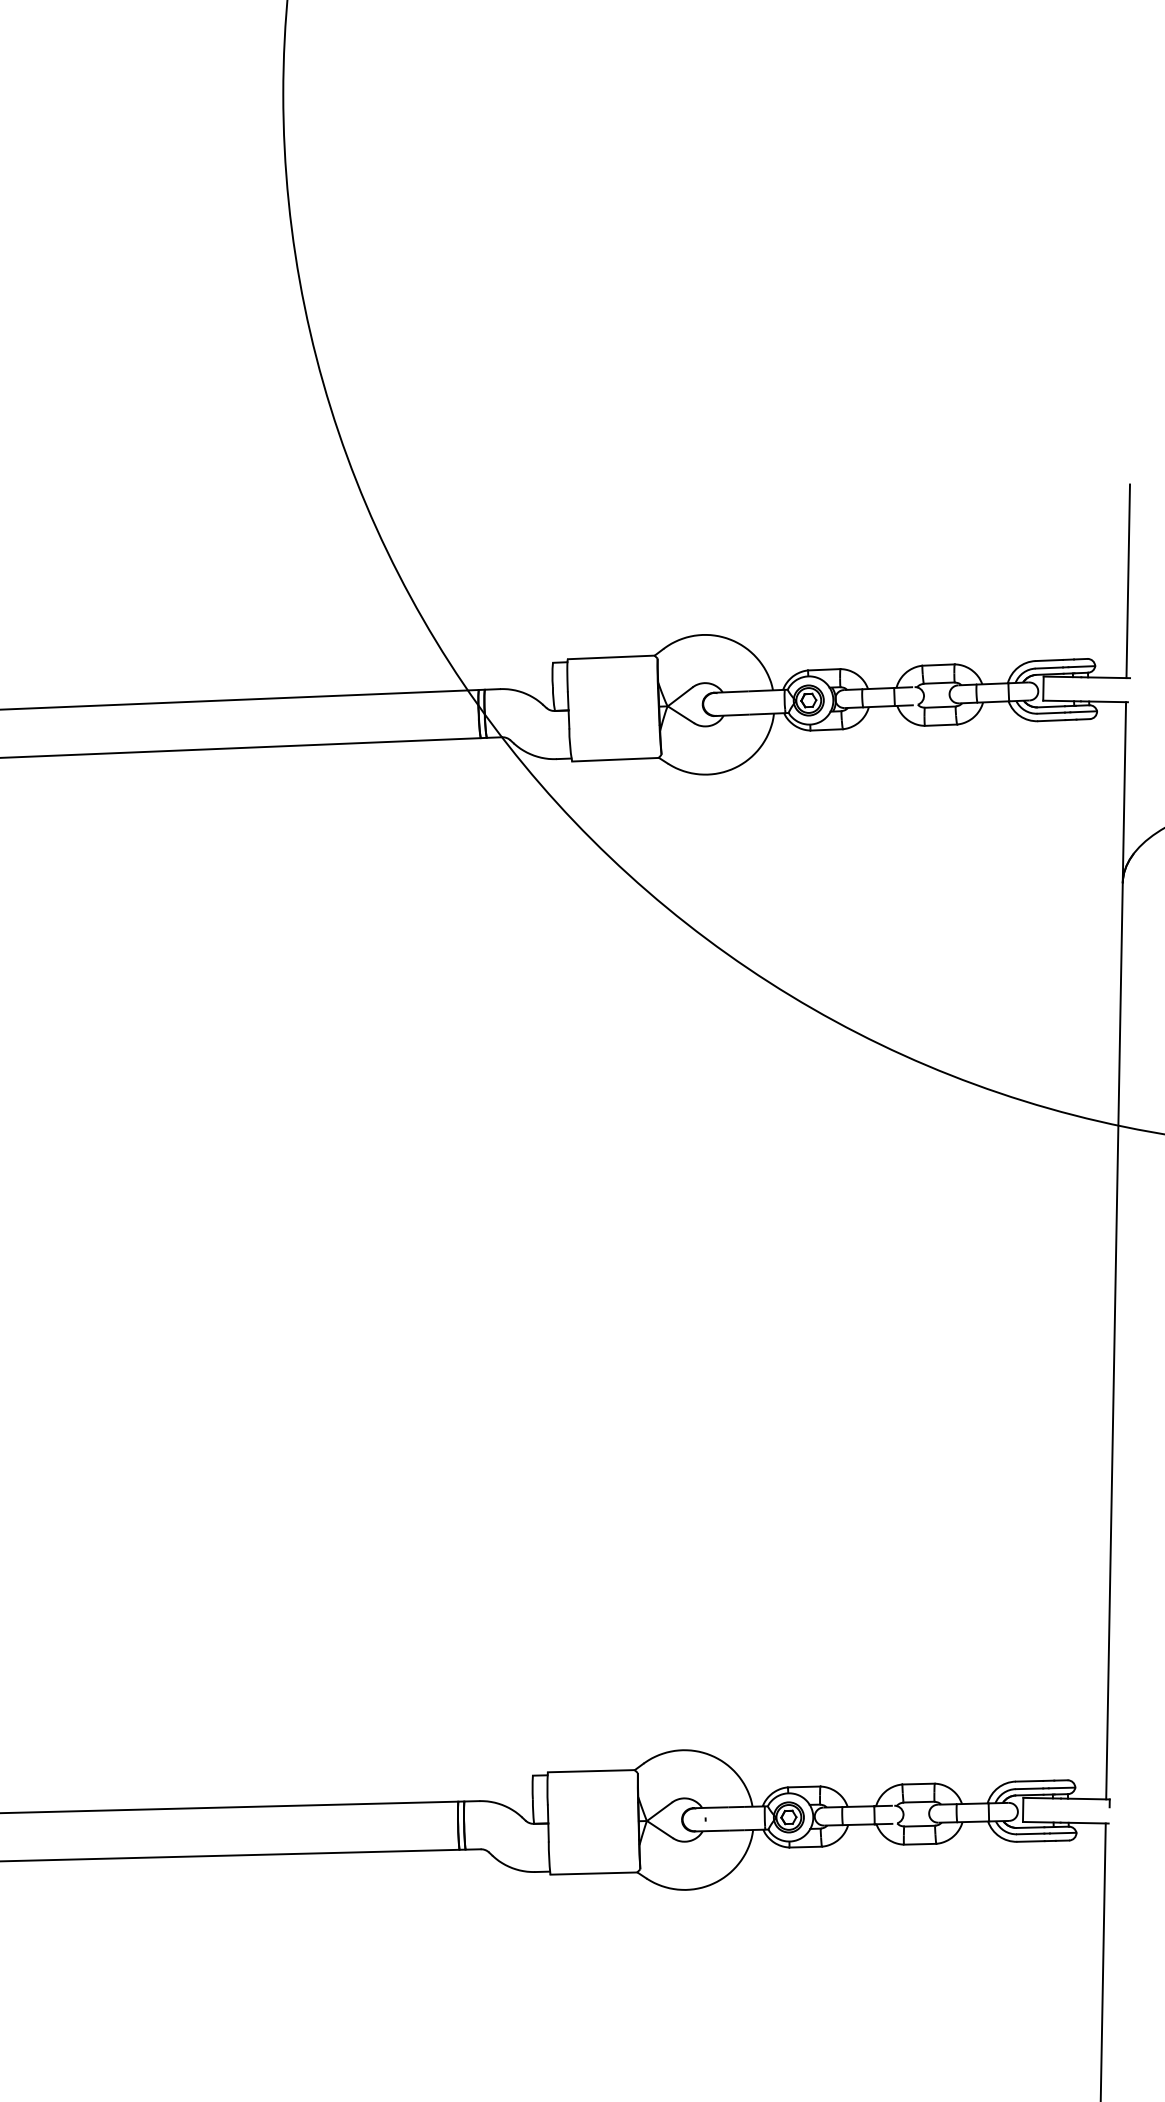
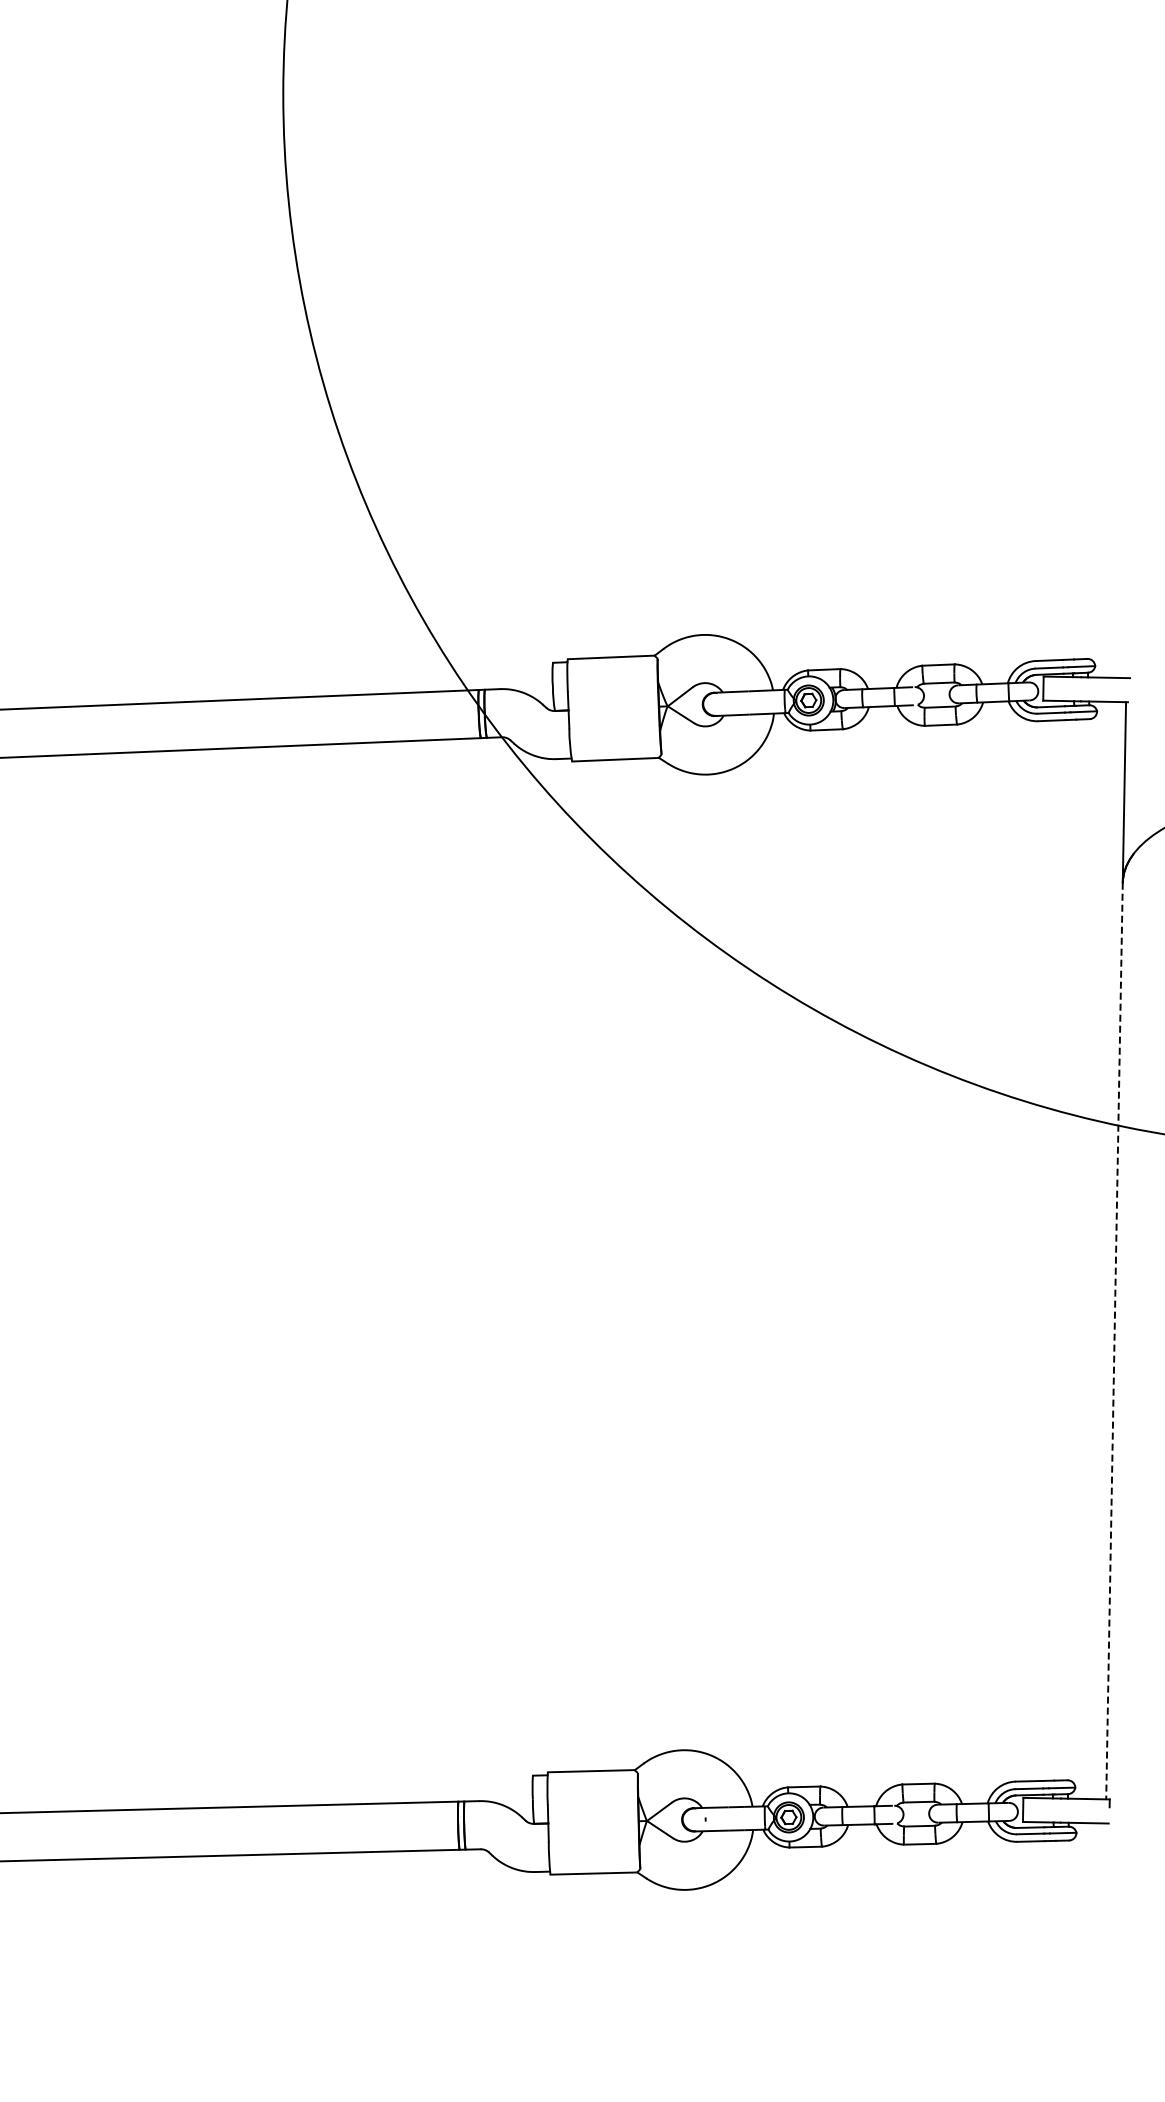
line at (1128, 581): present -> none
line at (1114, 1341): solid -> dashed
line at (1102, 1960): present -> none
